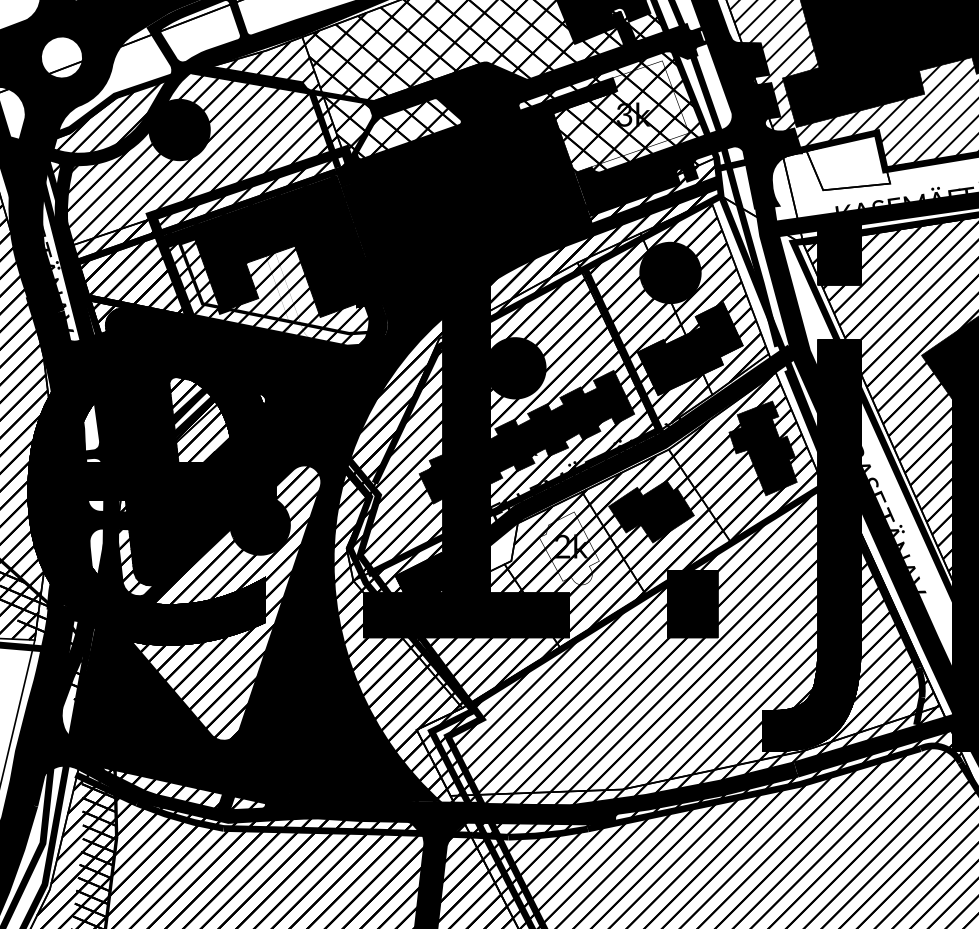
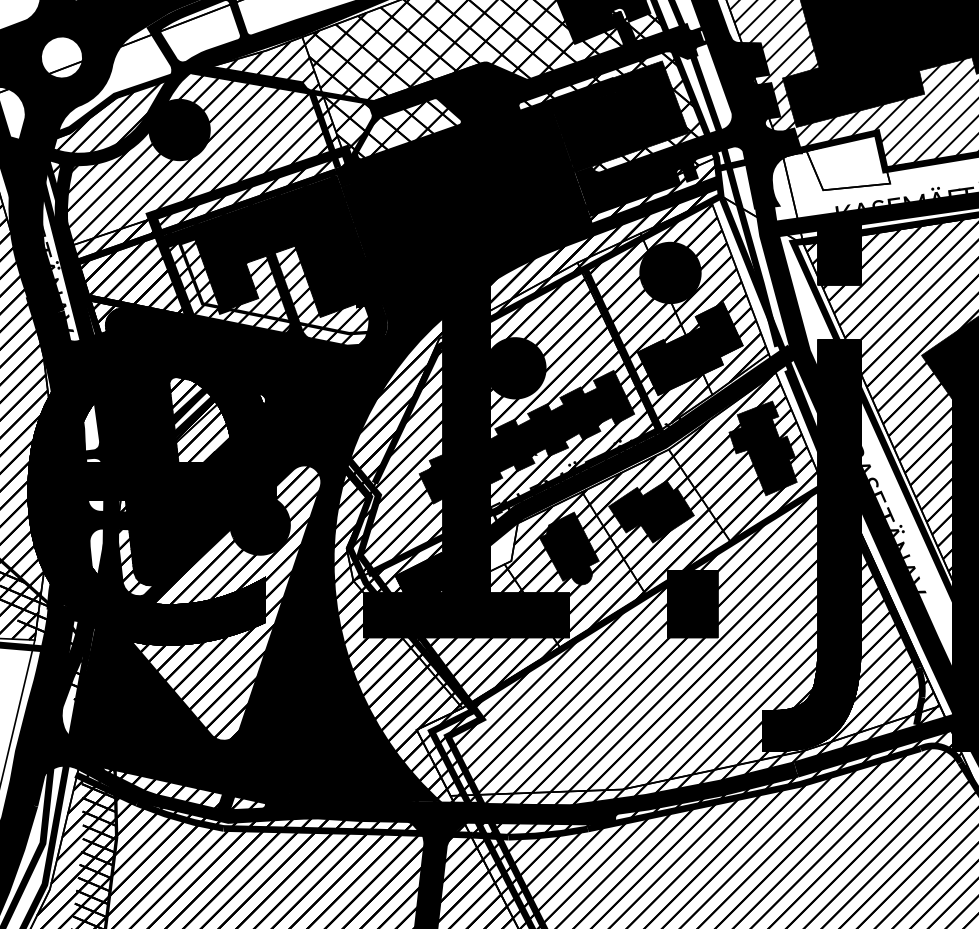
fill at (621, 116): none -> present
fill at (290, 296): none -> present
fill at (569, 547): none -> present
